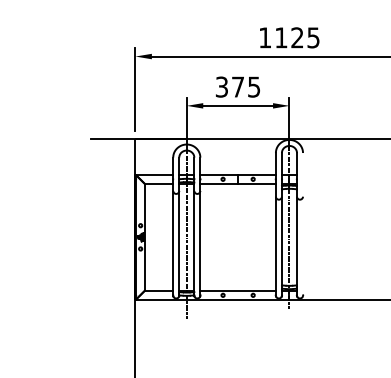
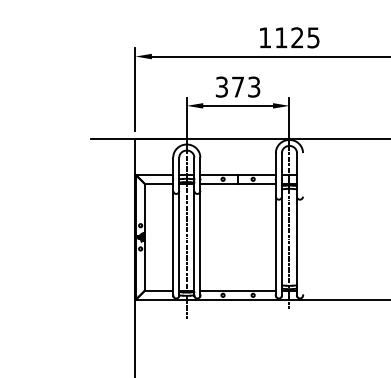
text at (254, 86): 375 -> 373
